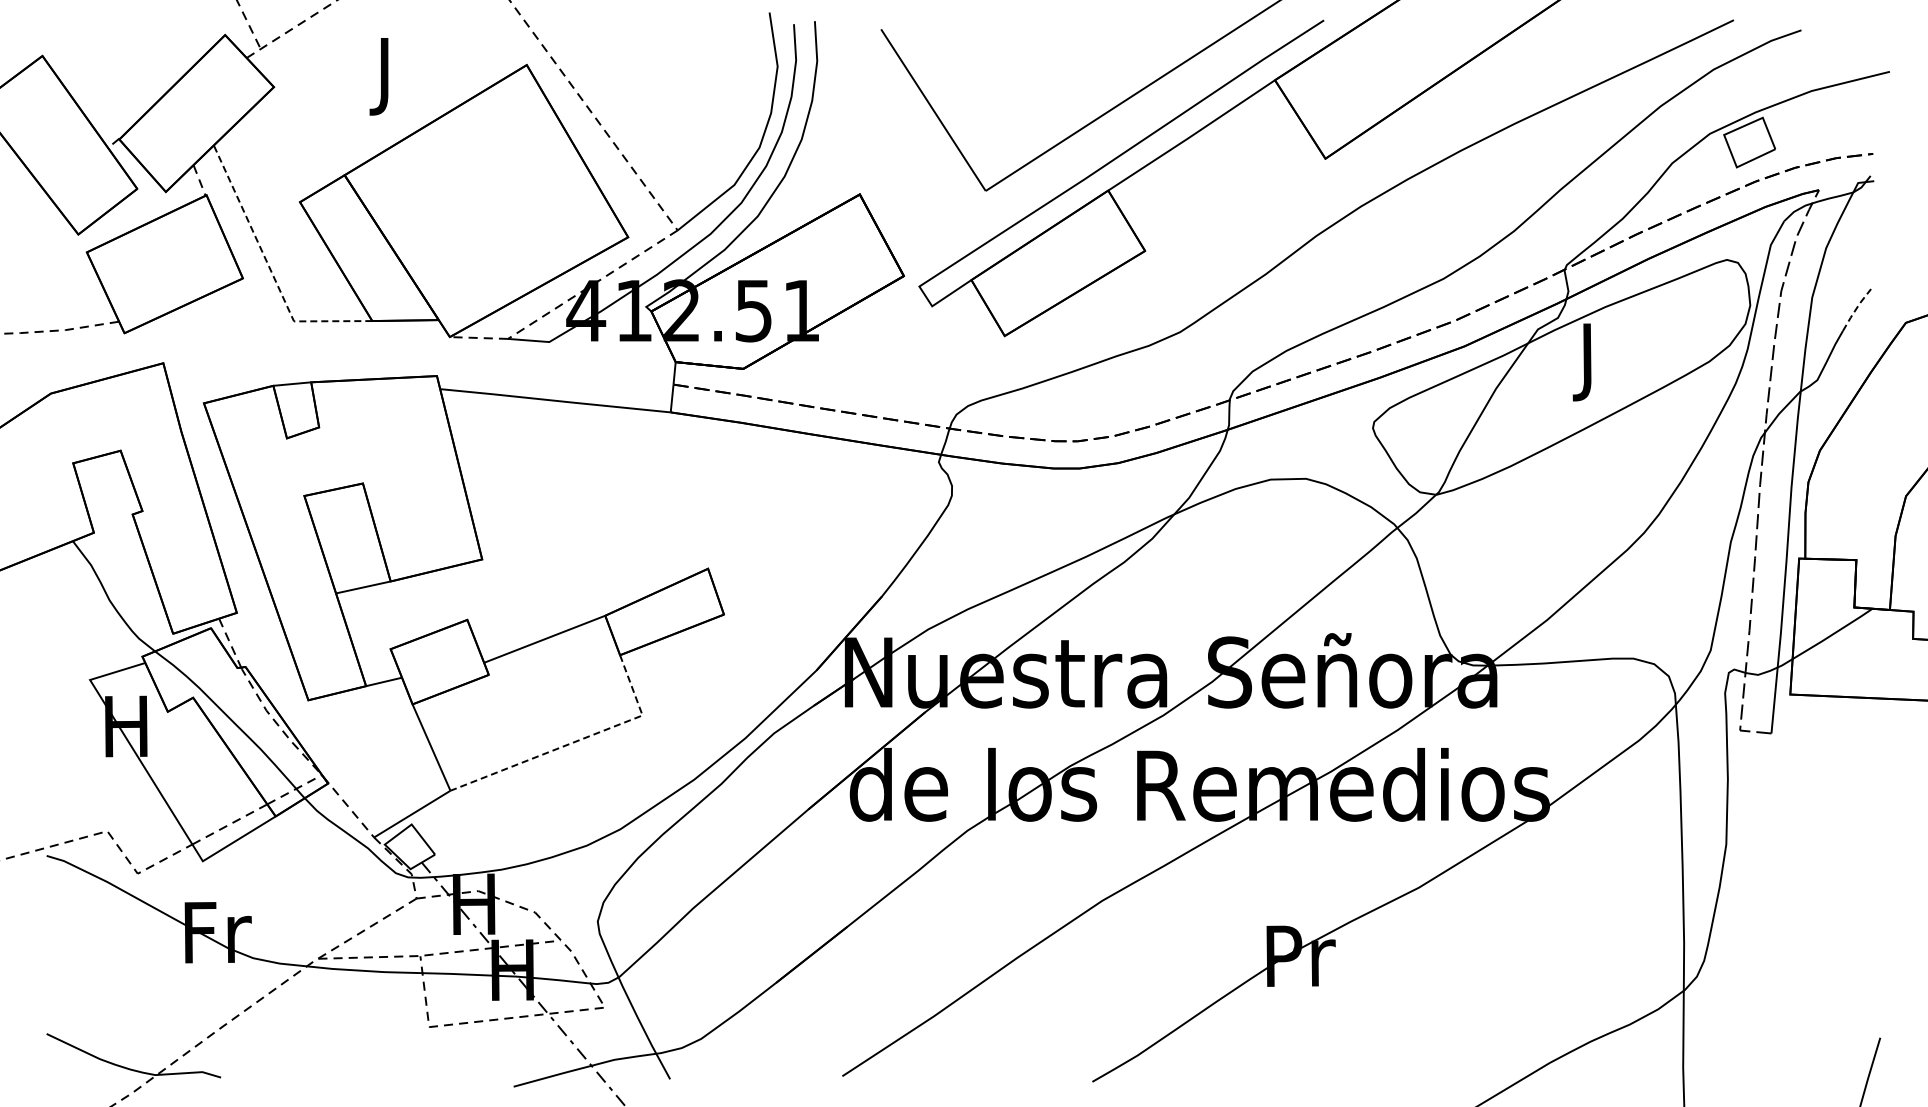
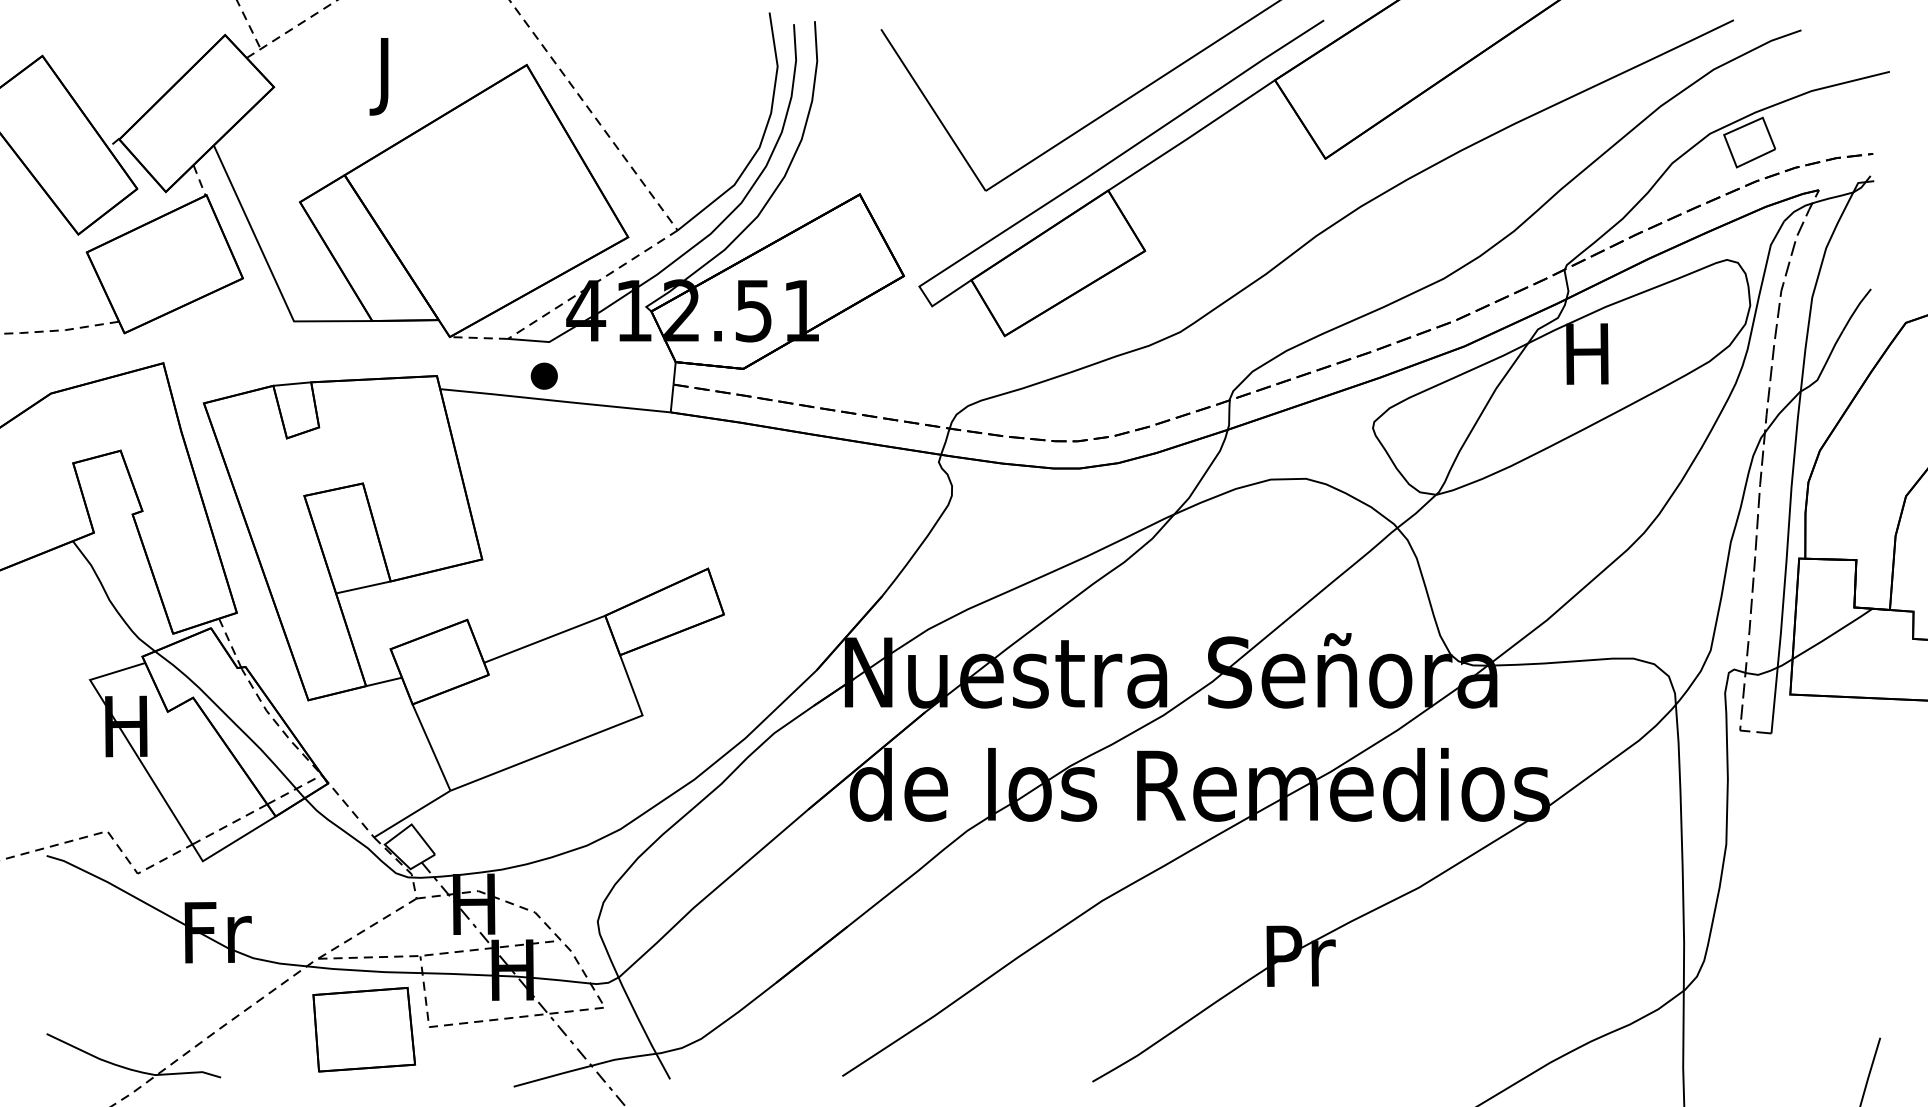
line at (270, 269): dashed -> solid
line at (1855, 309): dashed -> solid
text at (1587, 362): J -> H
part at (543, 375): none -> present
line at (576, 741): dashed -> solid
part at (363, 1029): none -> present
